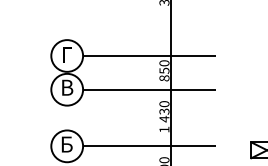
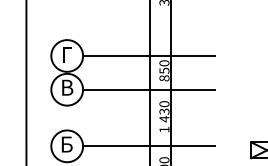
line at (26, 82): none -> present
line at (149, 82): none -> present
